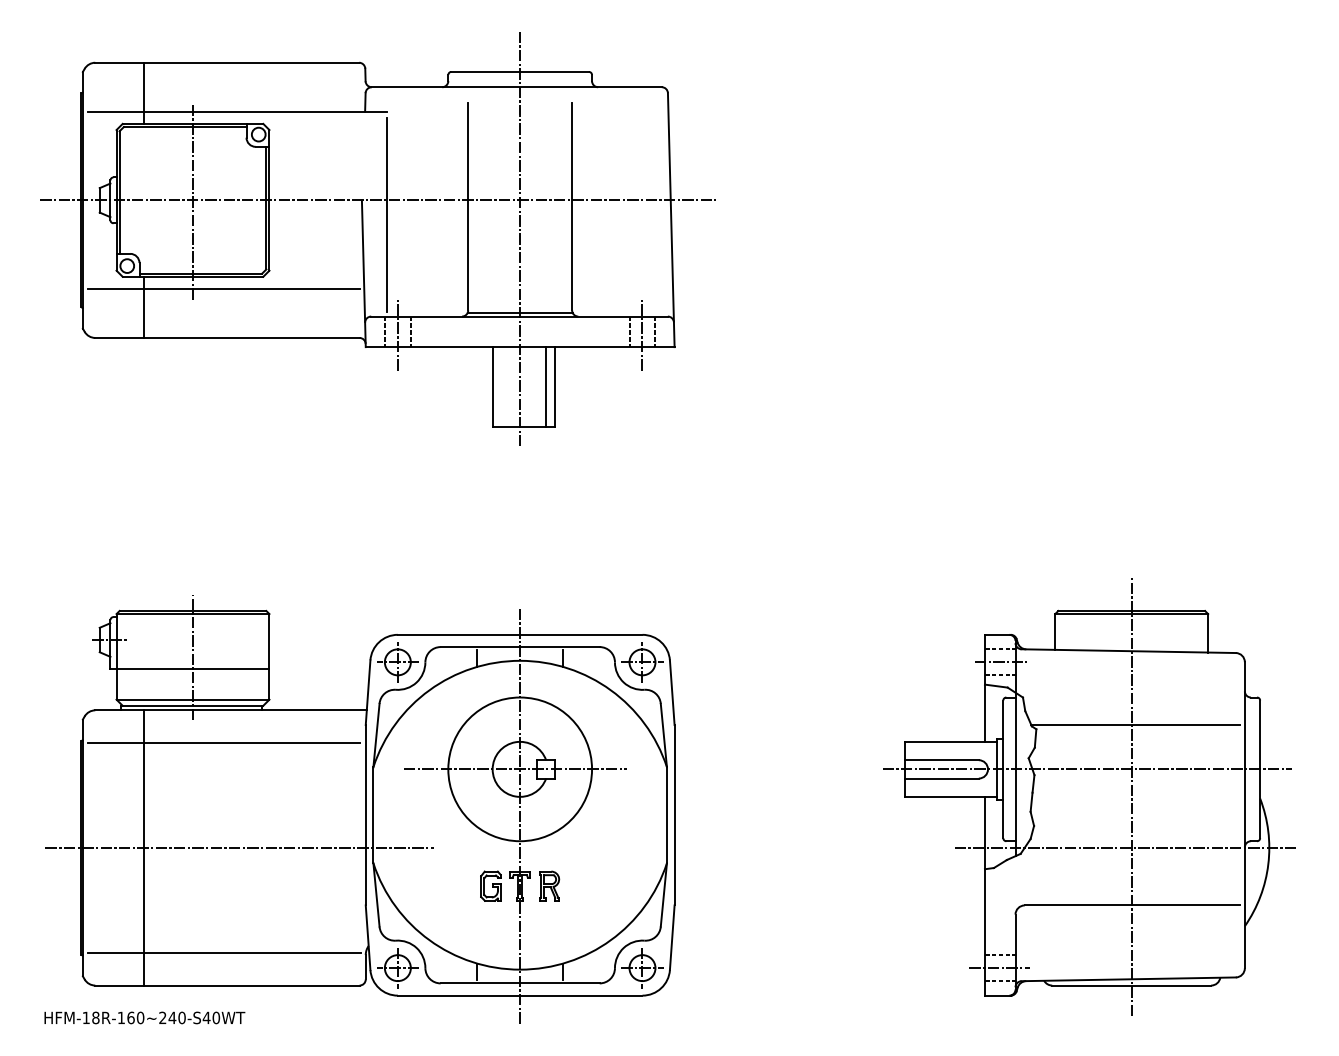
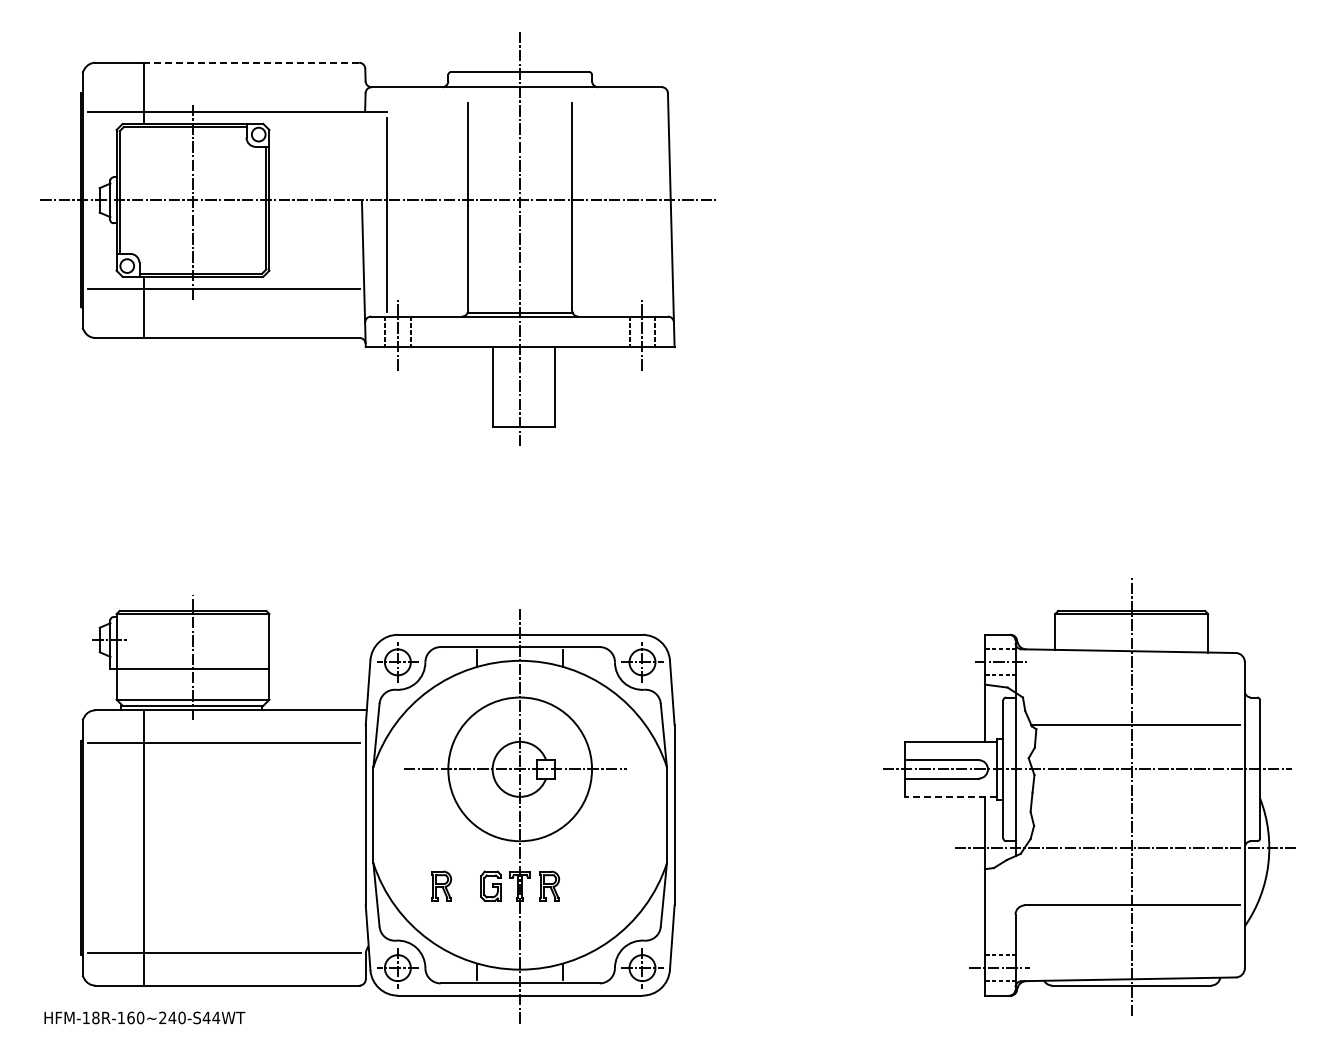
line at (251, 62): solid -> dashed
line at (546, 386): present -> none
line at (951, 796): solid -> dashed
line at (239, 847): present -> none
part at (441, 885): none -> present
text at (216, 1017): HFM-18R-160~240-S40WT -> HFM-18R-160~240-S44WT
